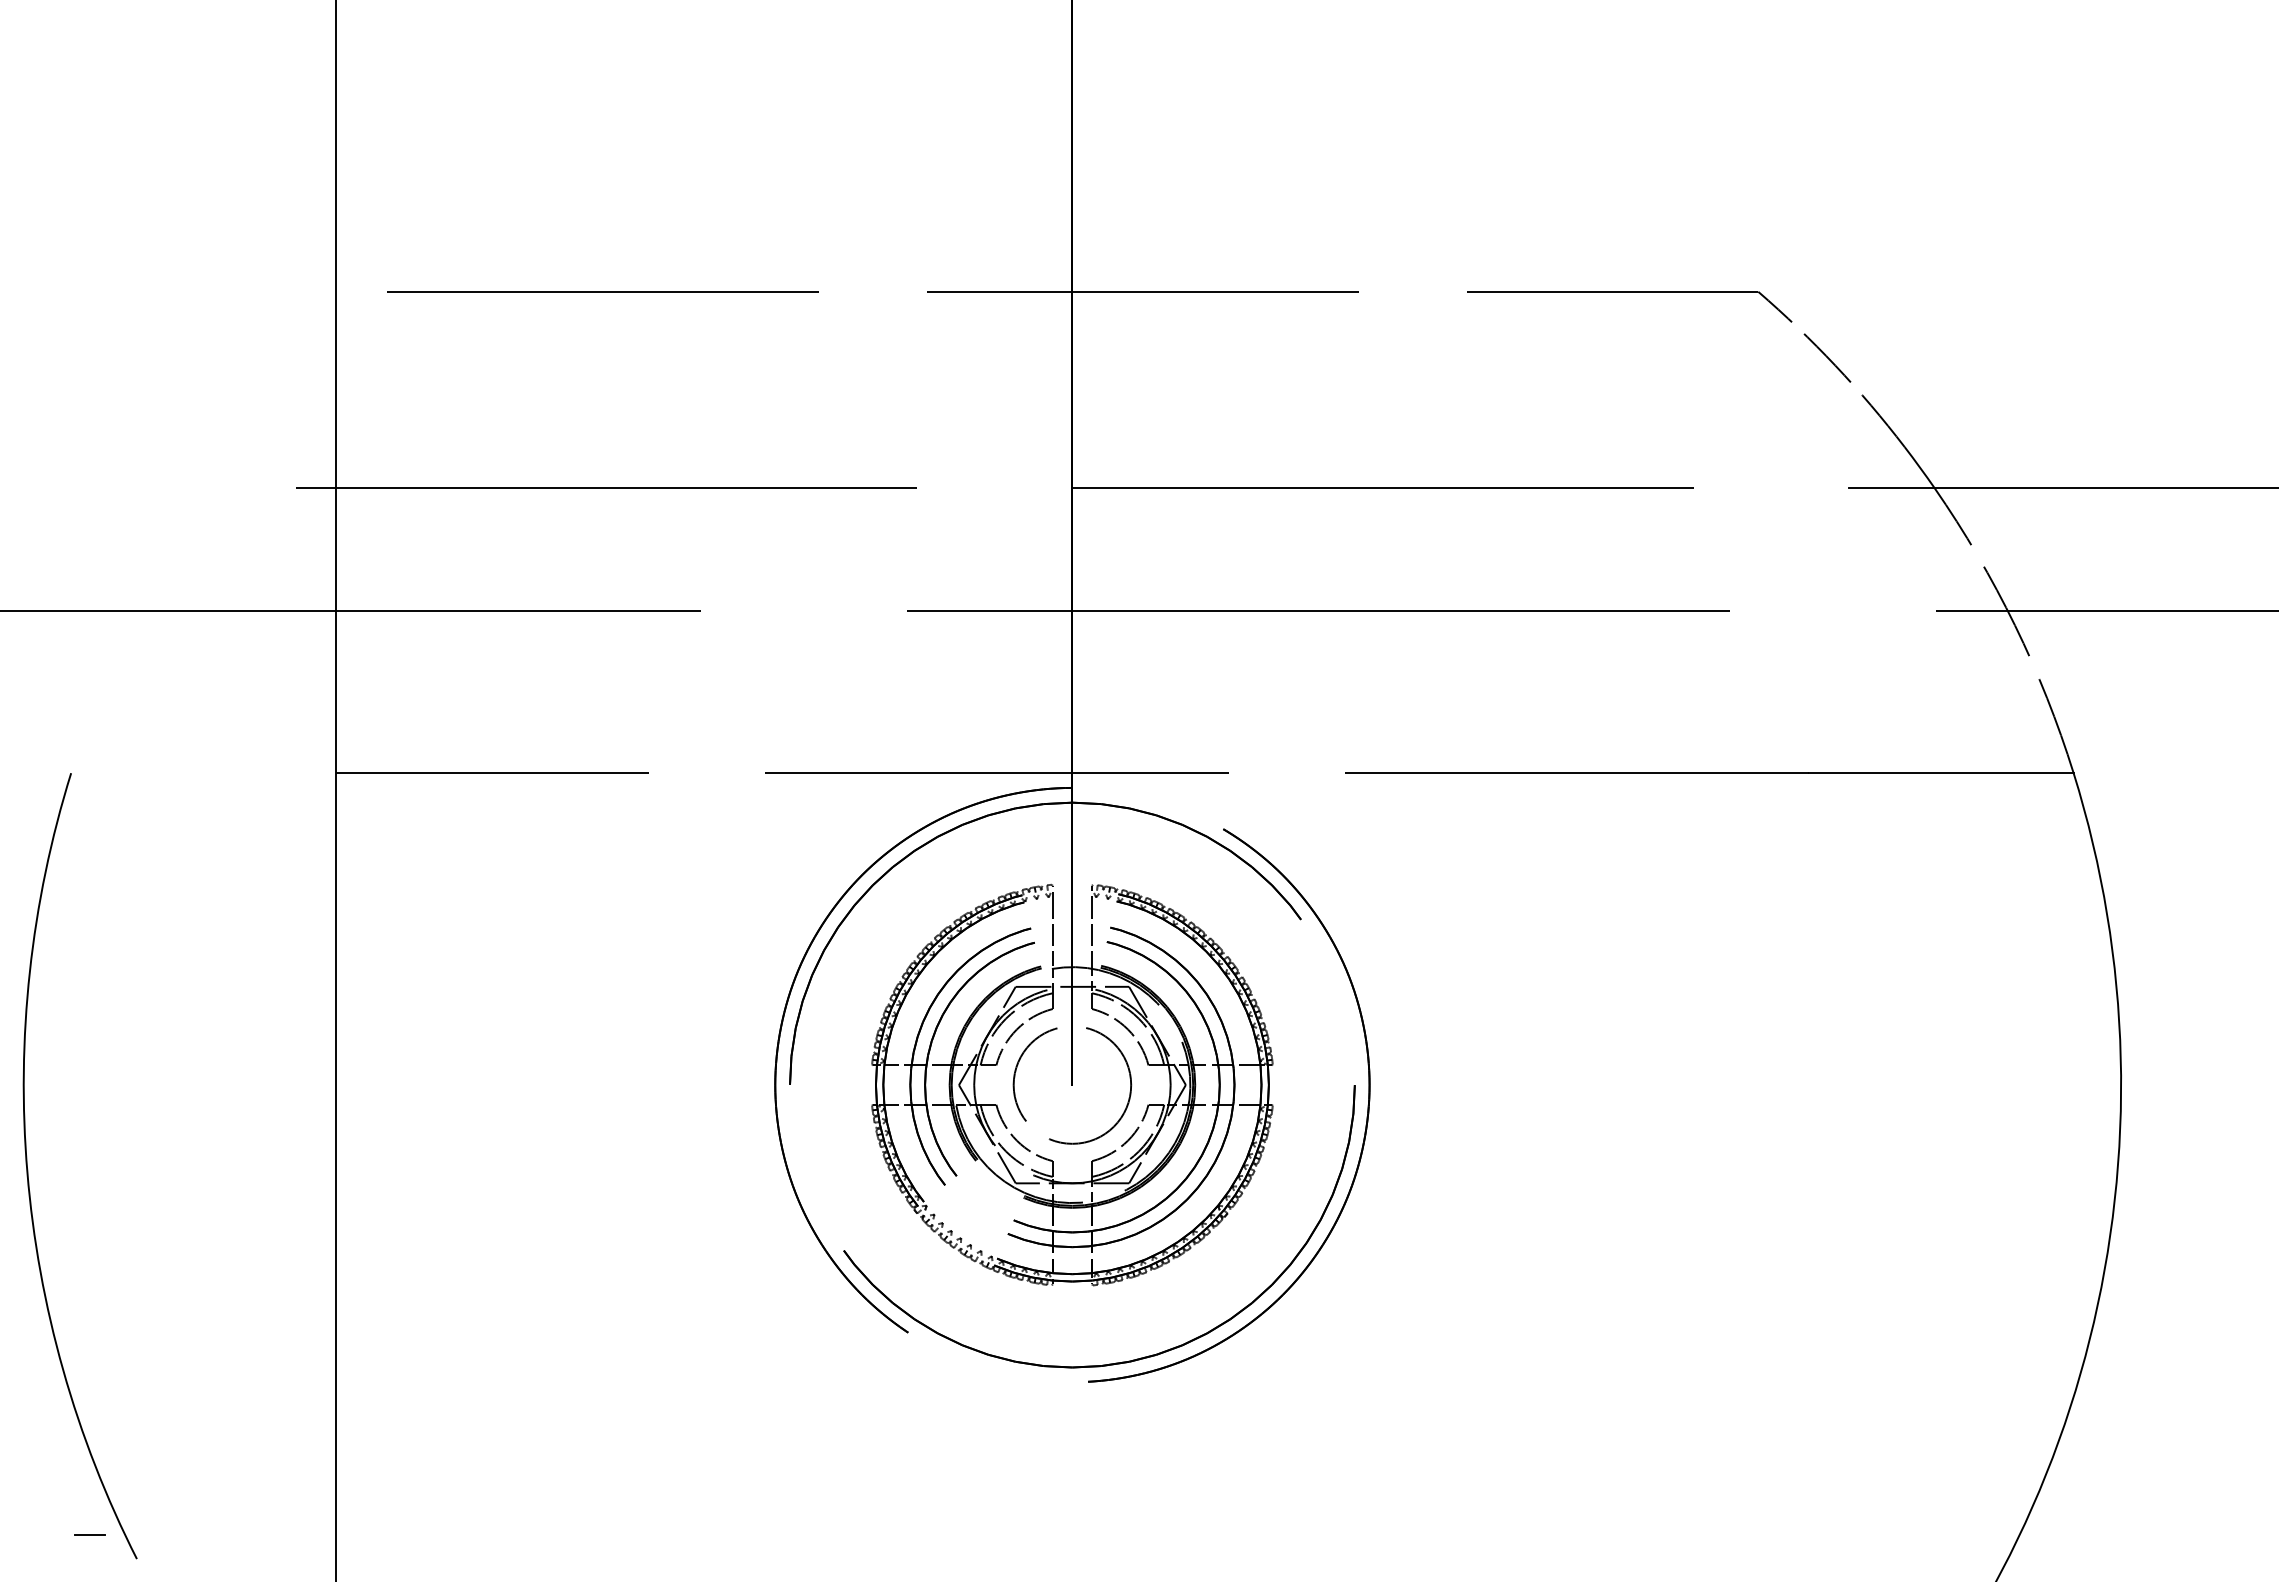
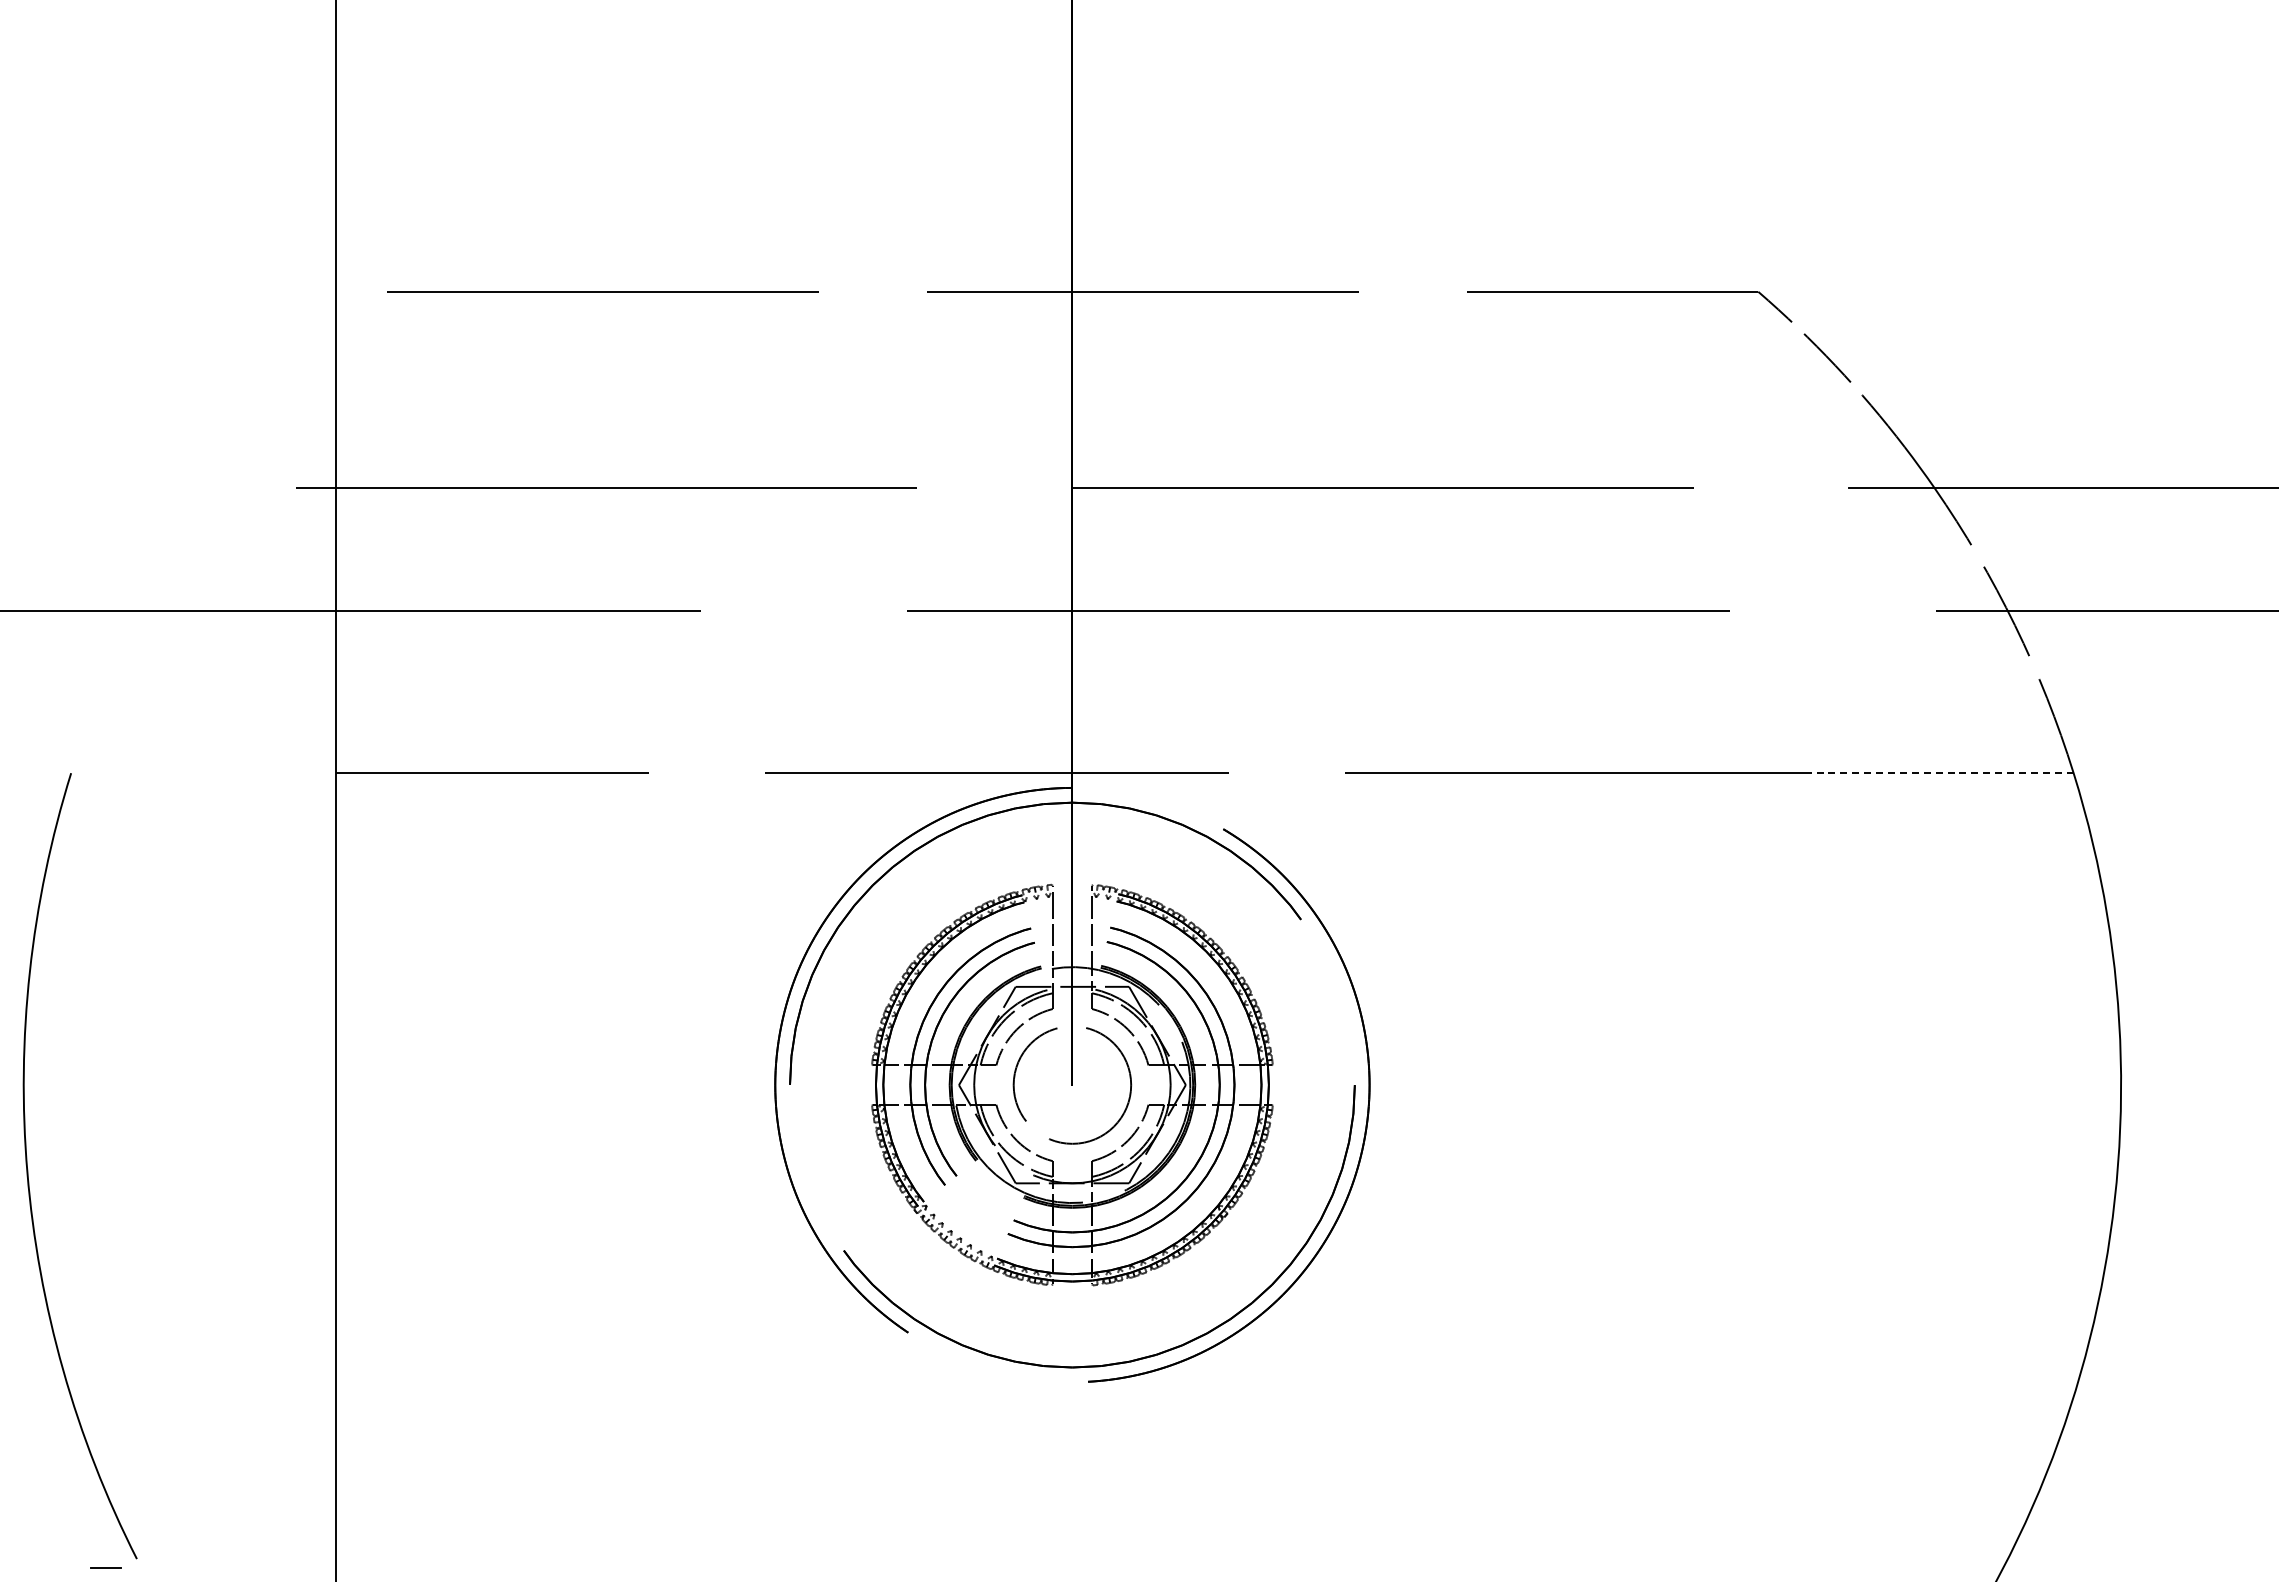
line at (1940, 773): solid -> dashed
line at (89, 1534) position: (89, 1534) -> (105, 1567)
